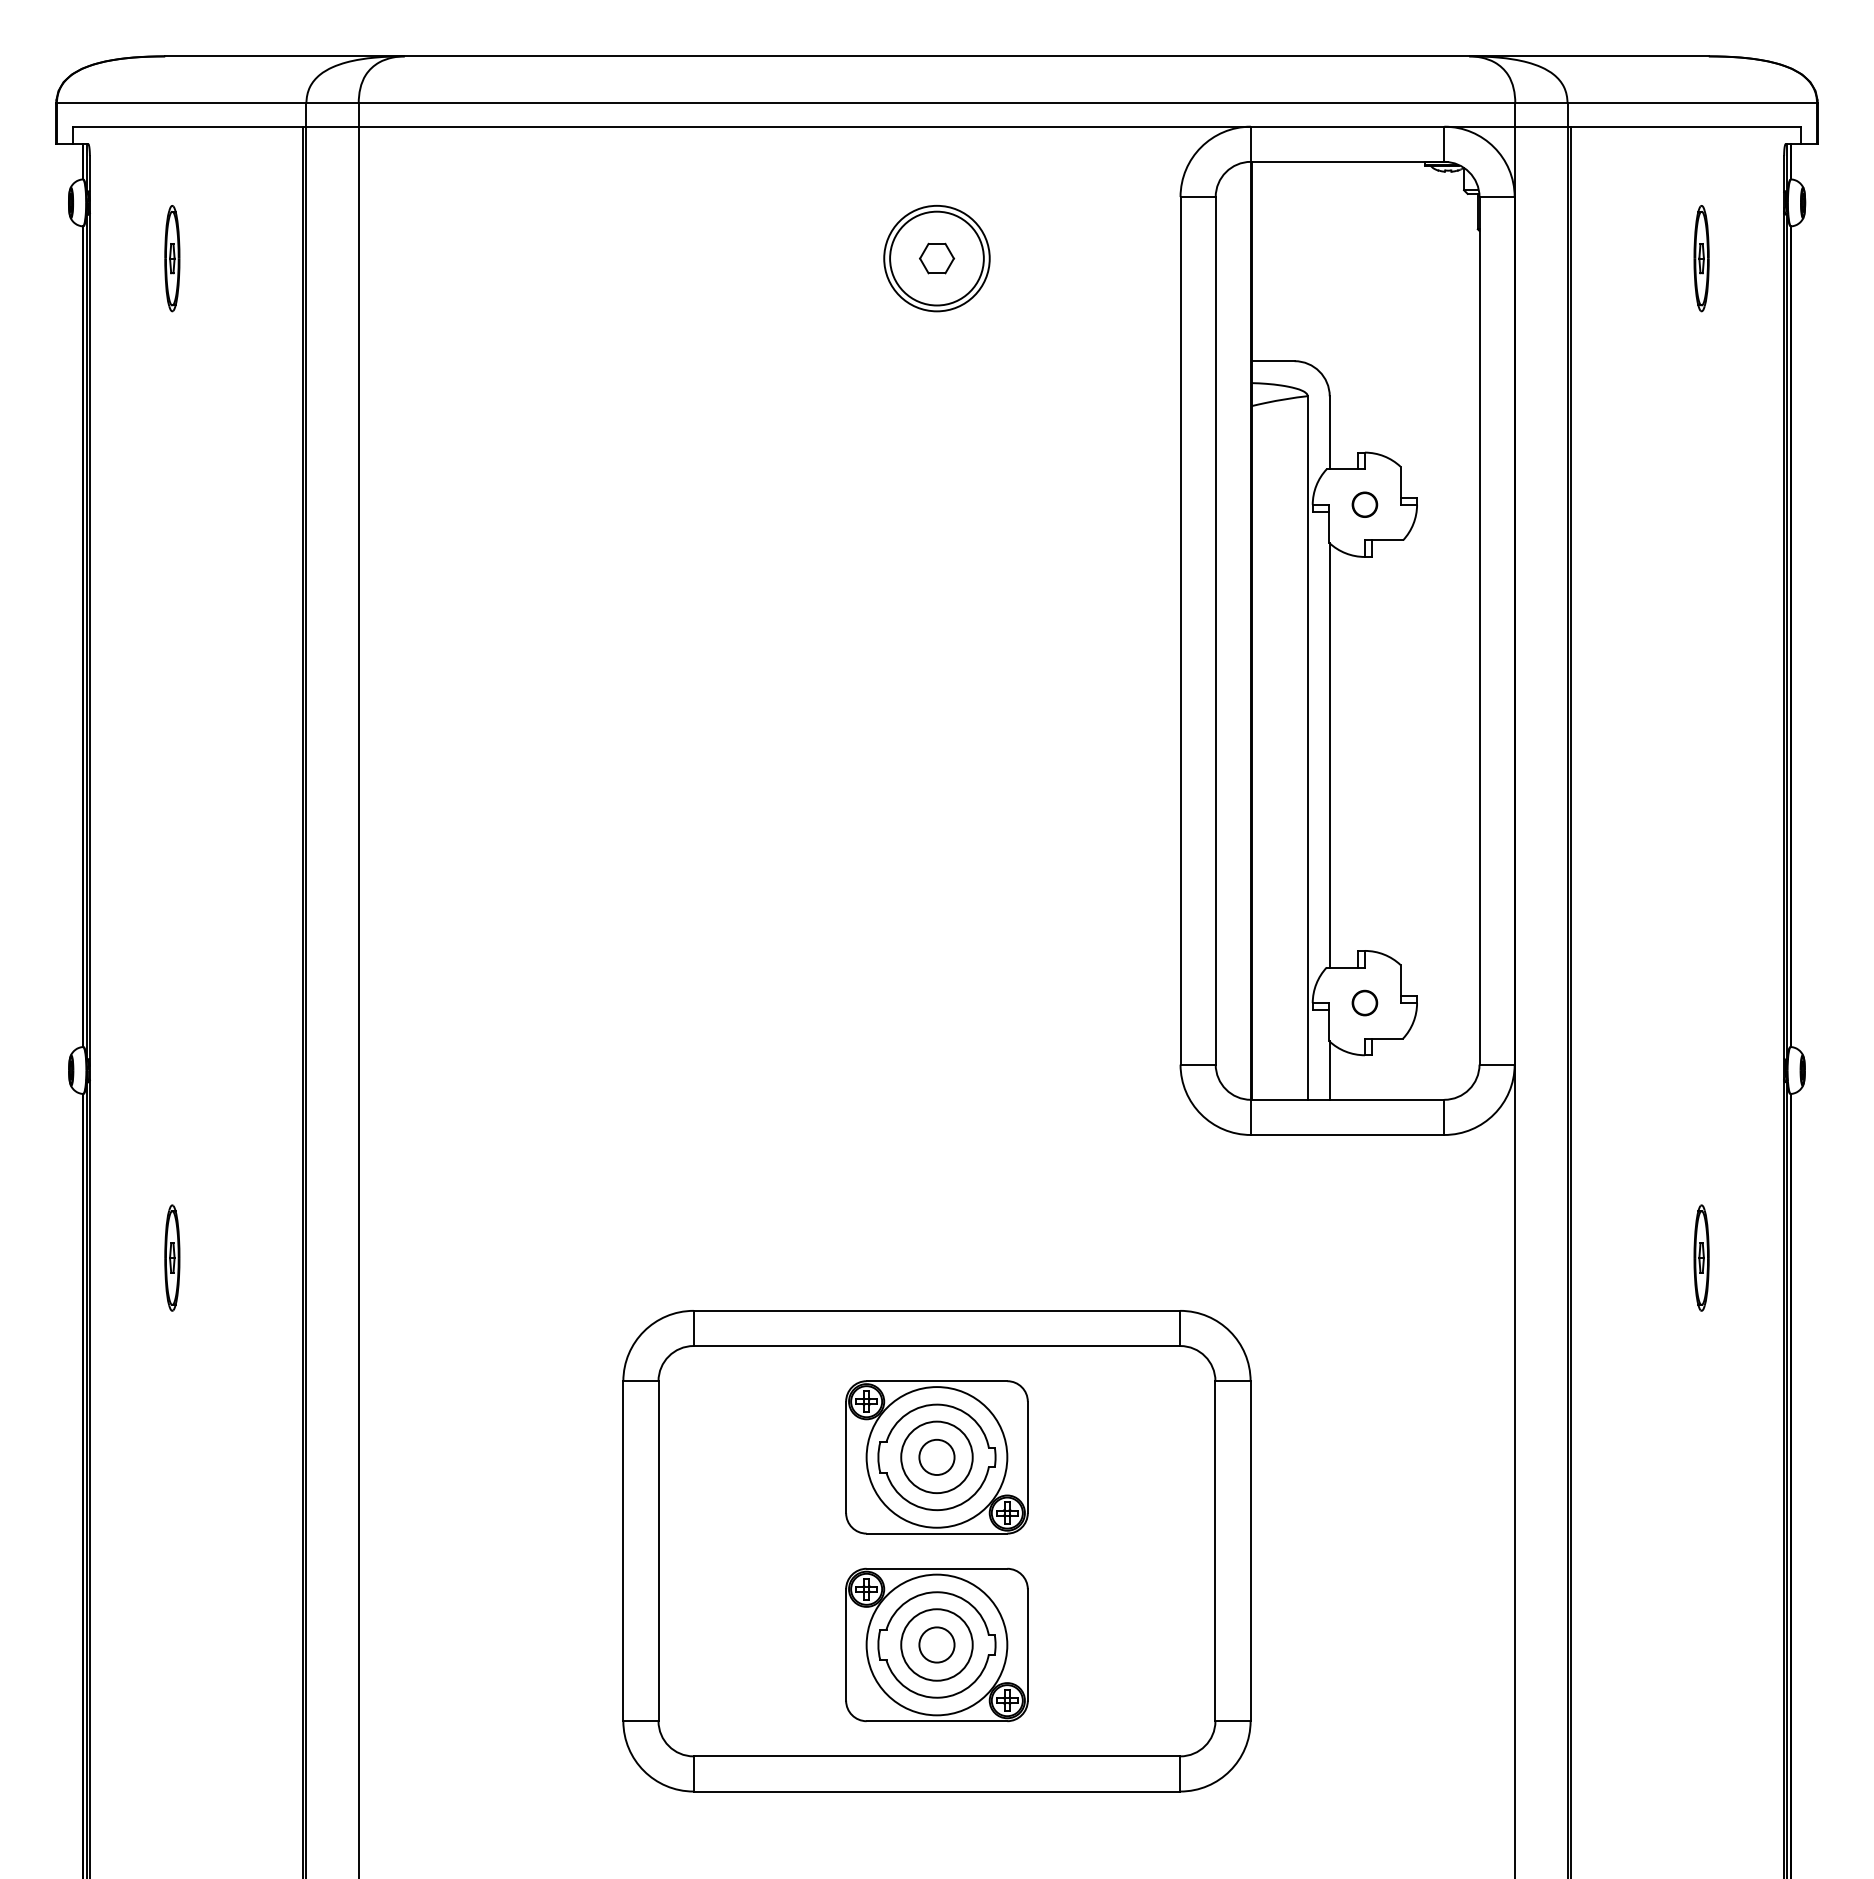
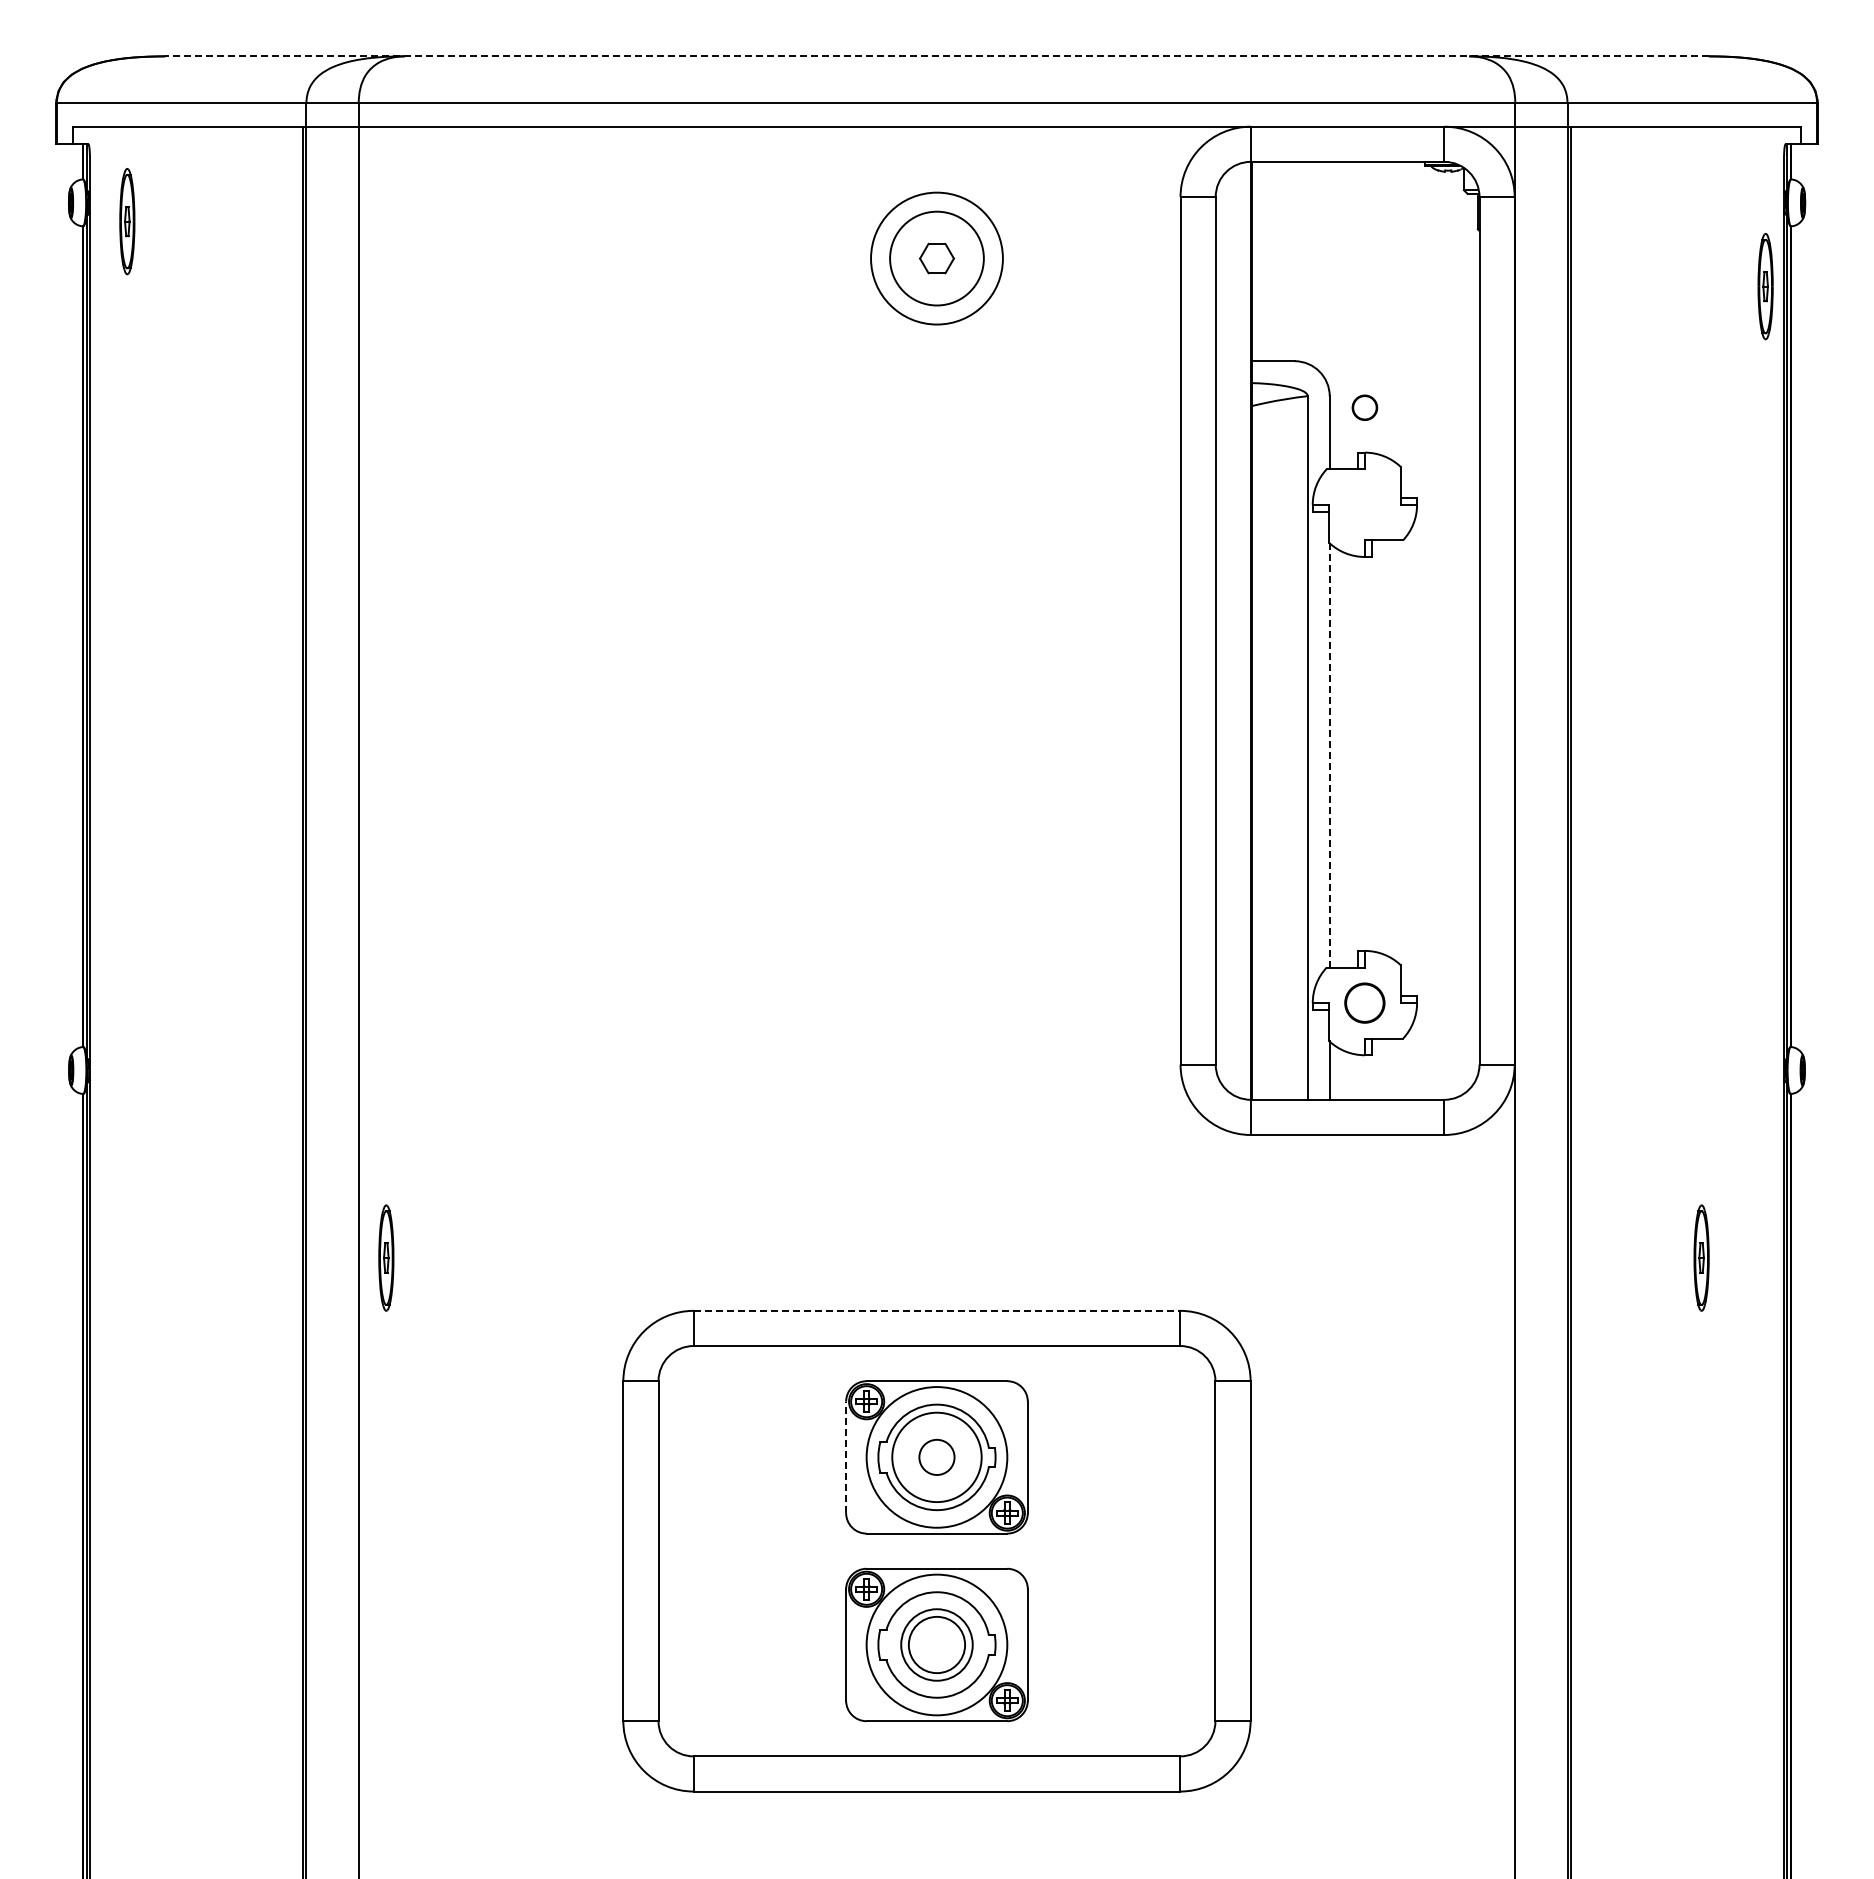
line at (937, 56): solid -> dashed
part at (172, 258) position: (172, 258) -> (127, 221)
circle at (936, 258) diameter: 106 px -> 132 px
part at (1701, 258) position: (1701, 258) -> (1765, 286)
part at (1364, 504) position: (1364, 504) -> (1364, 407)
line at (1329, 754): solid -> dashed
part at (1364, 1002) size: 28x28 px -> 42x42 px
part at (172, 1257) position: (172, 1257) -> (386, 1257)
line at (937, 1310): solid -> dashed
line at (846, 1457): solid -> dashed
circle at (936, 1457) diameter: 72 px -> 89 px
circle at (936, 1644) diameter: 35 px -> 56 px
